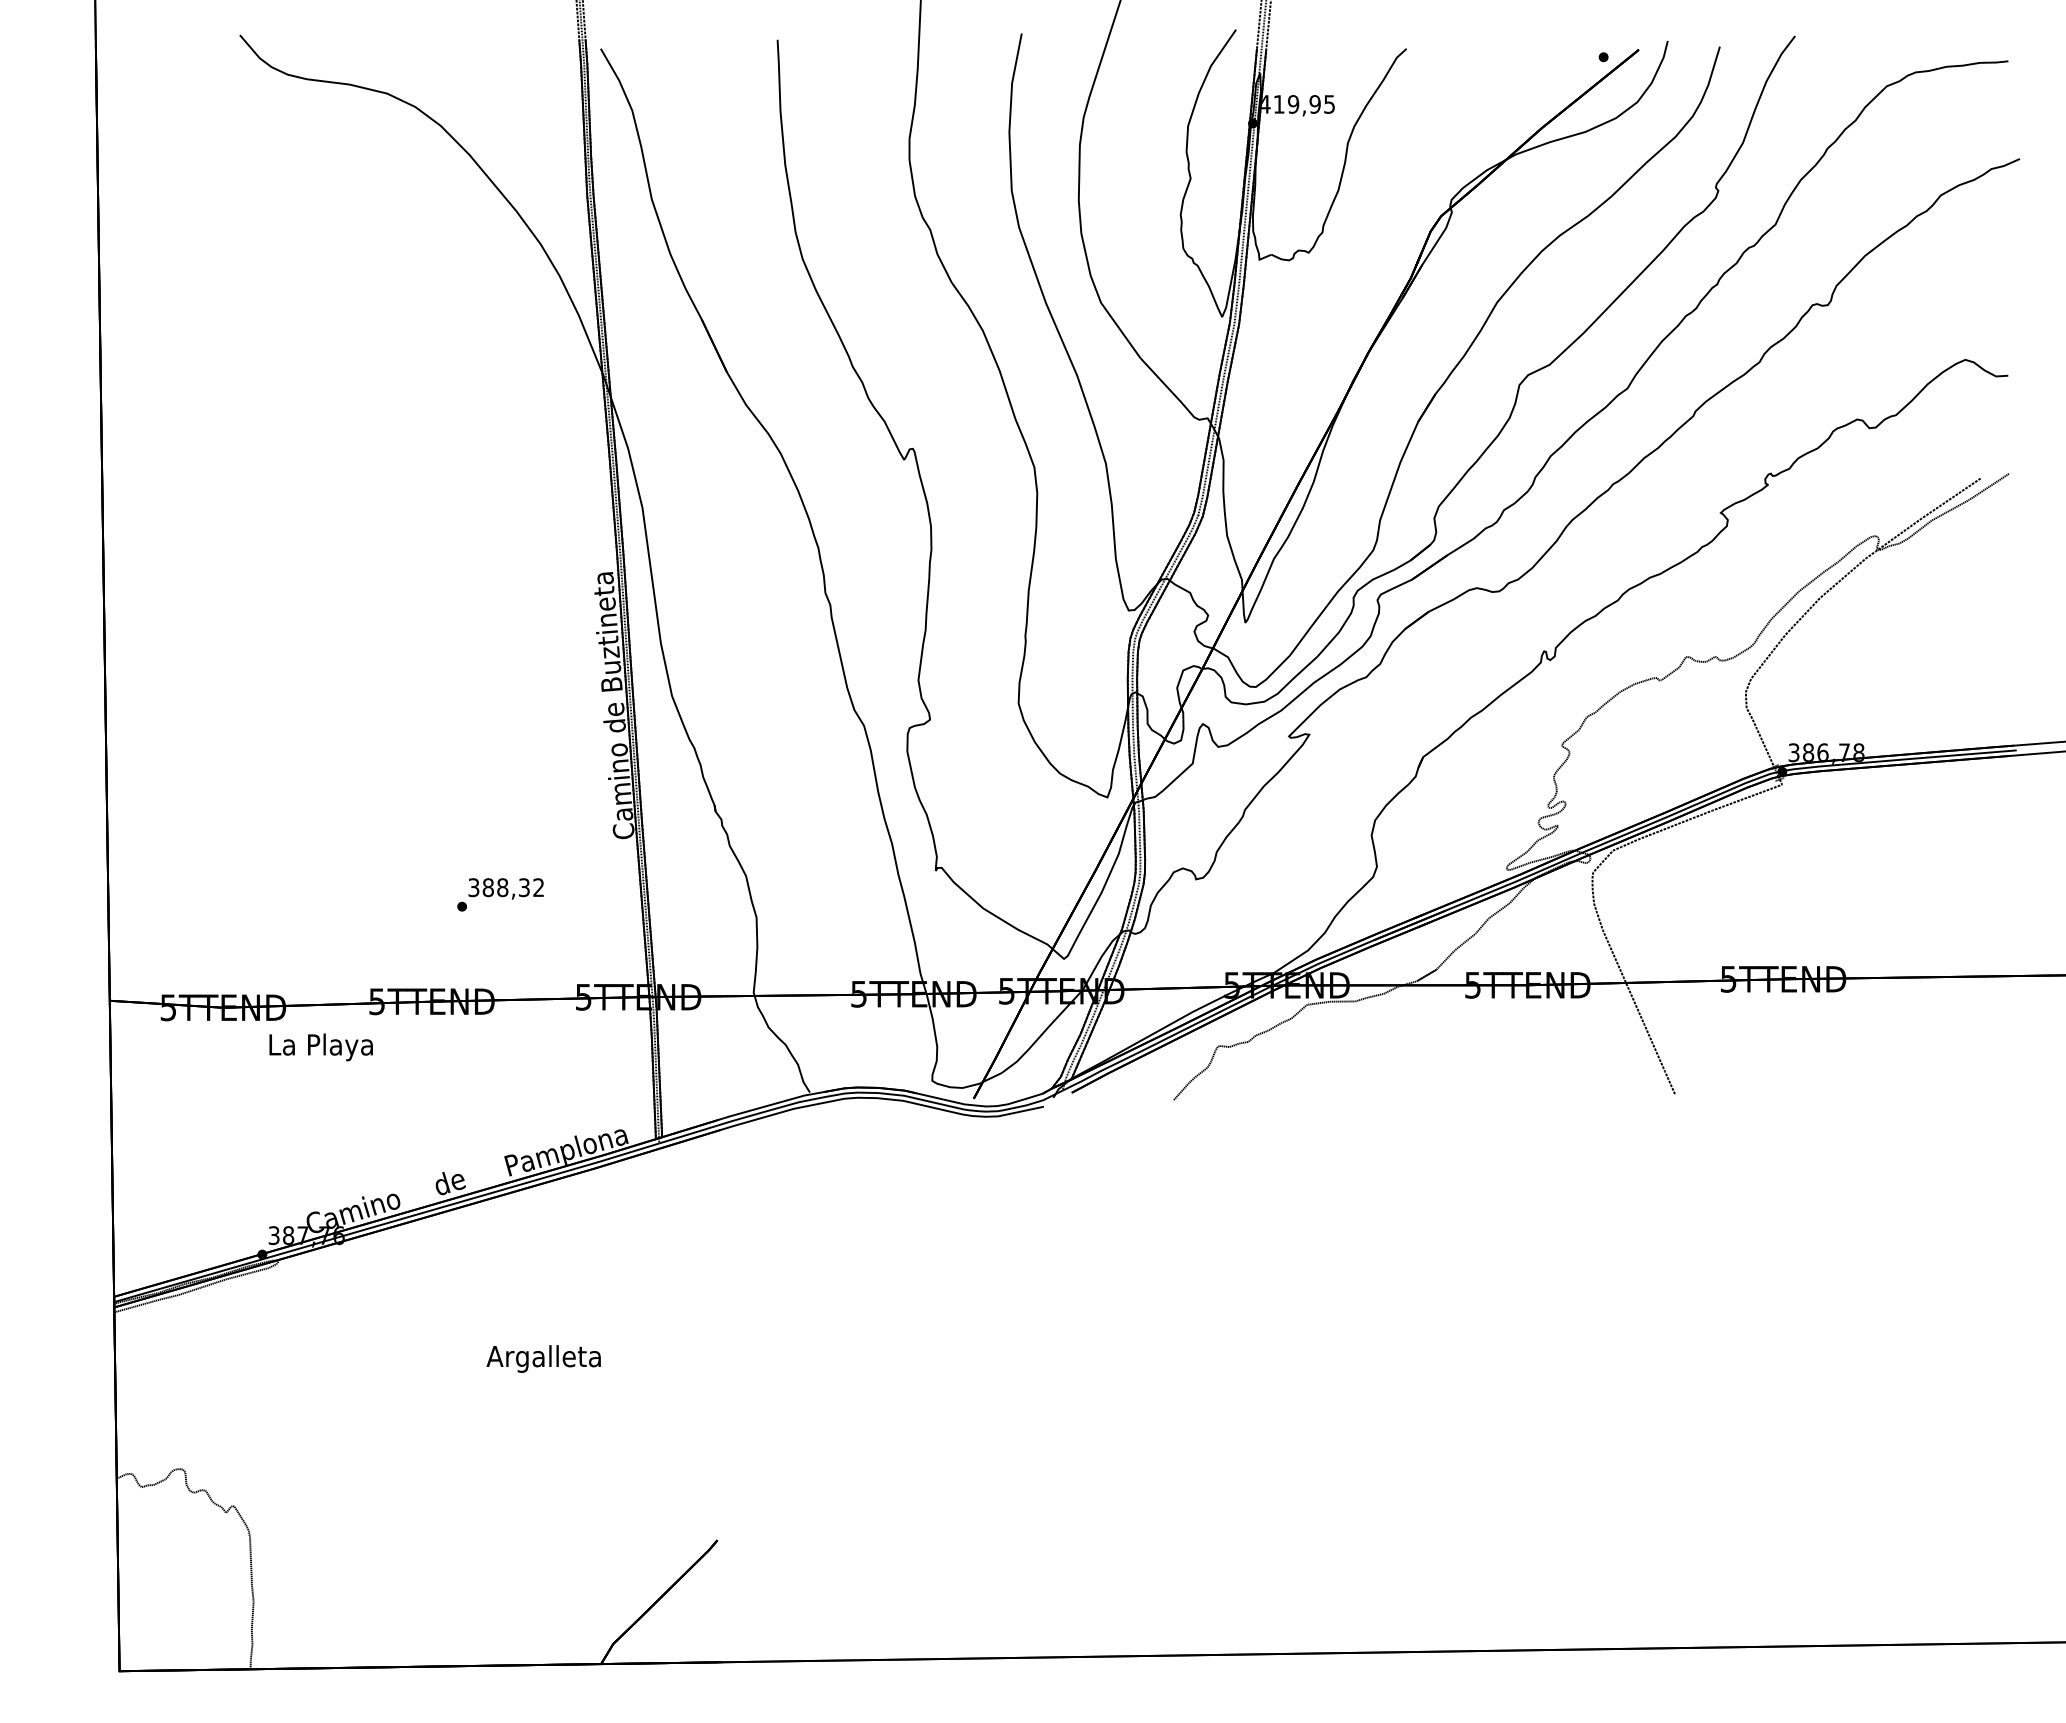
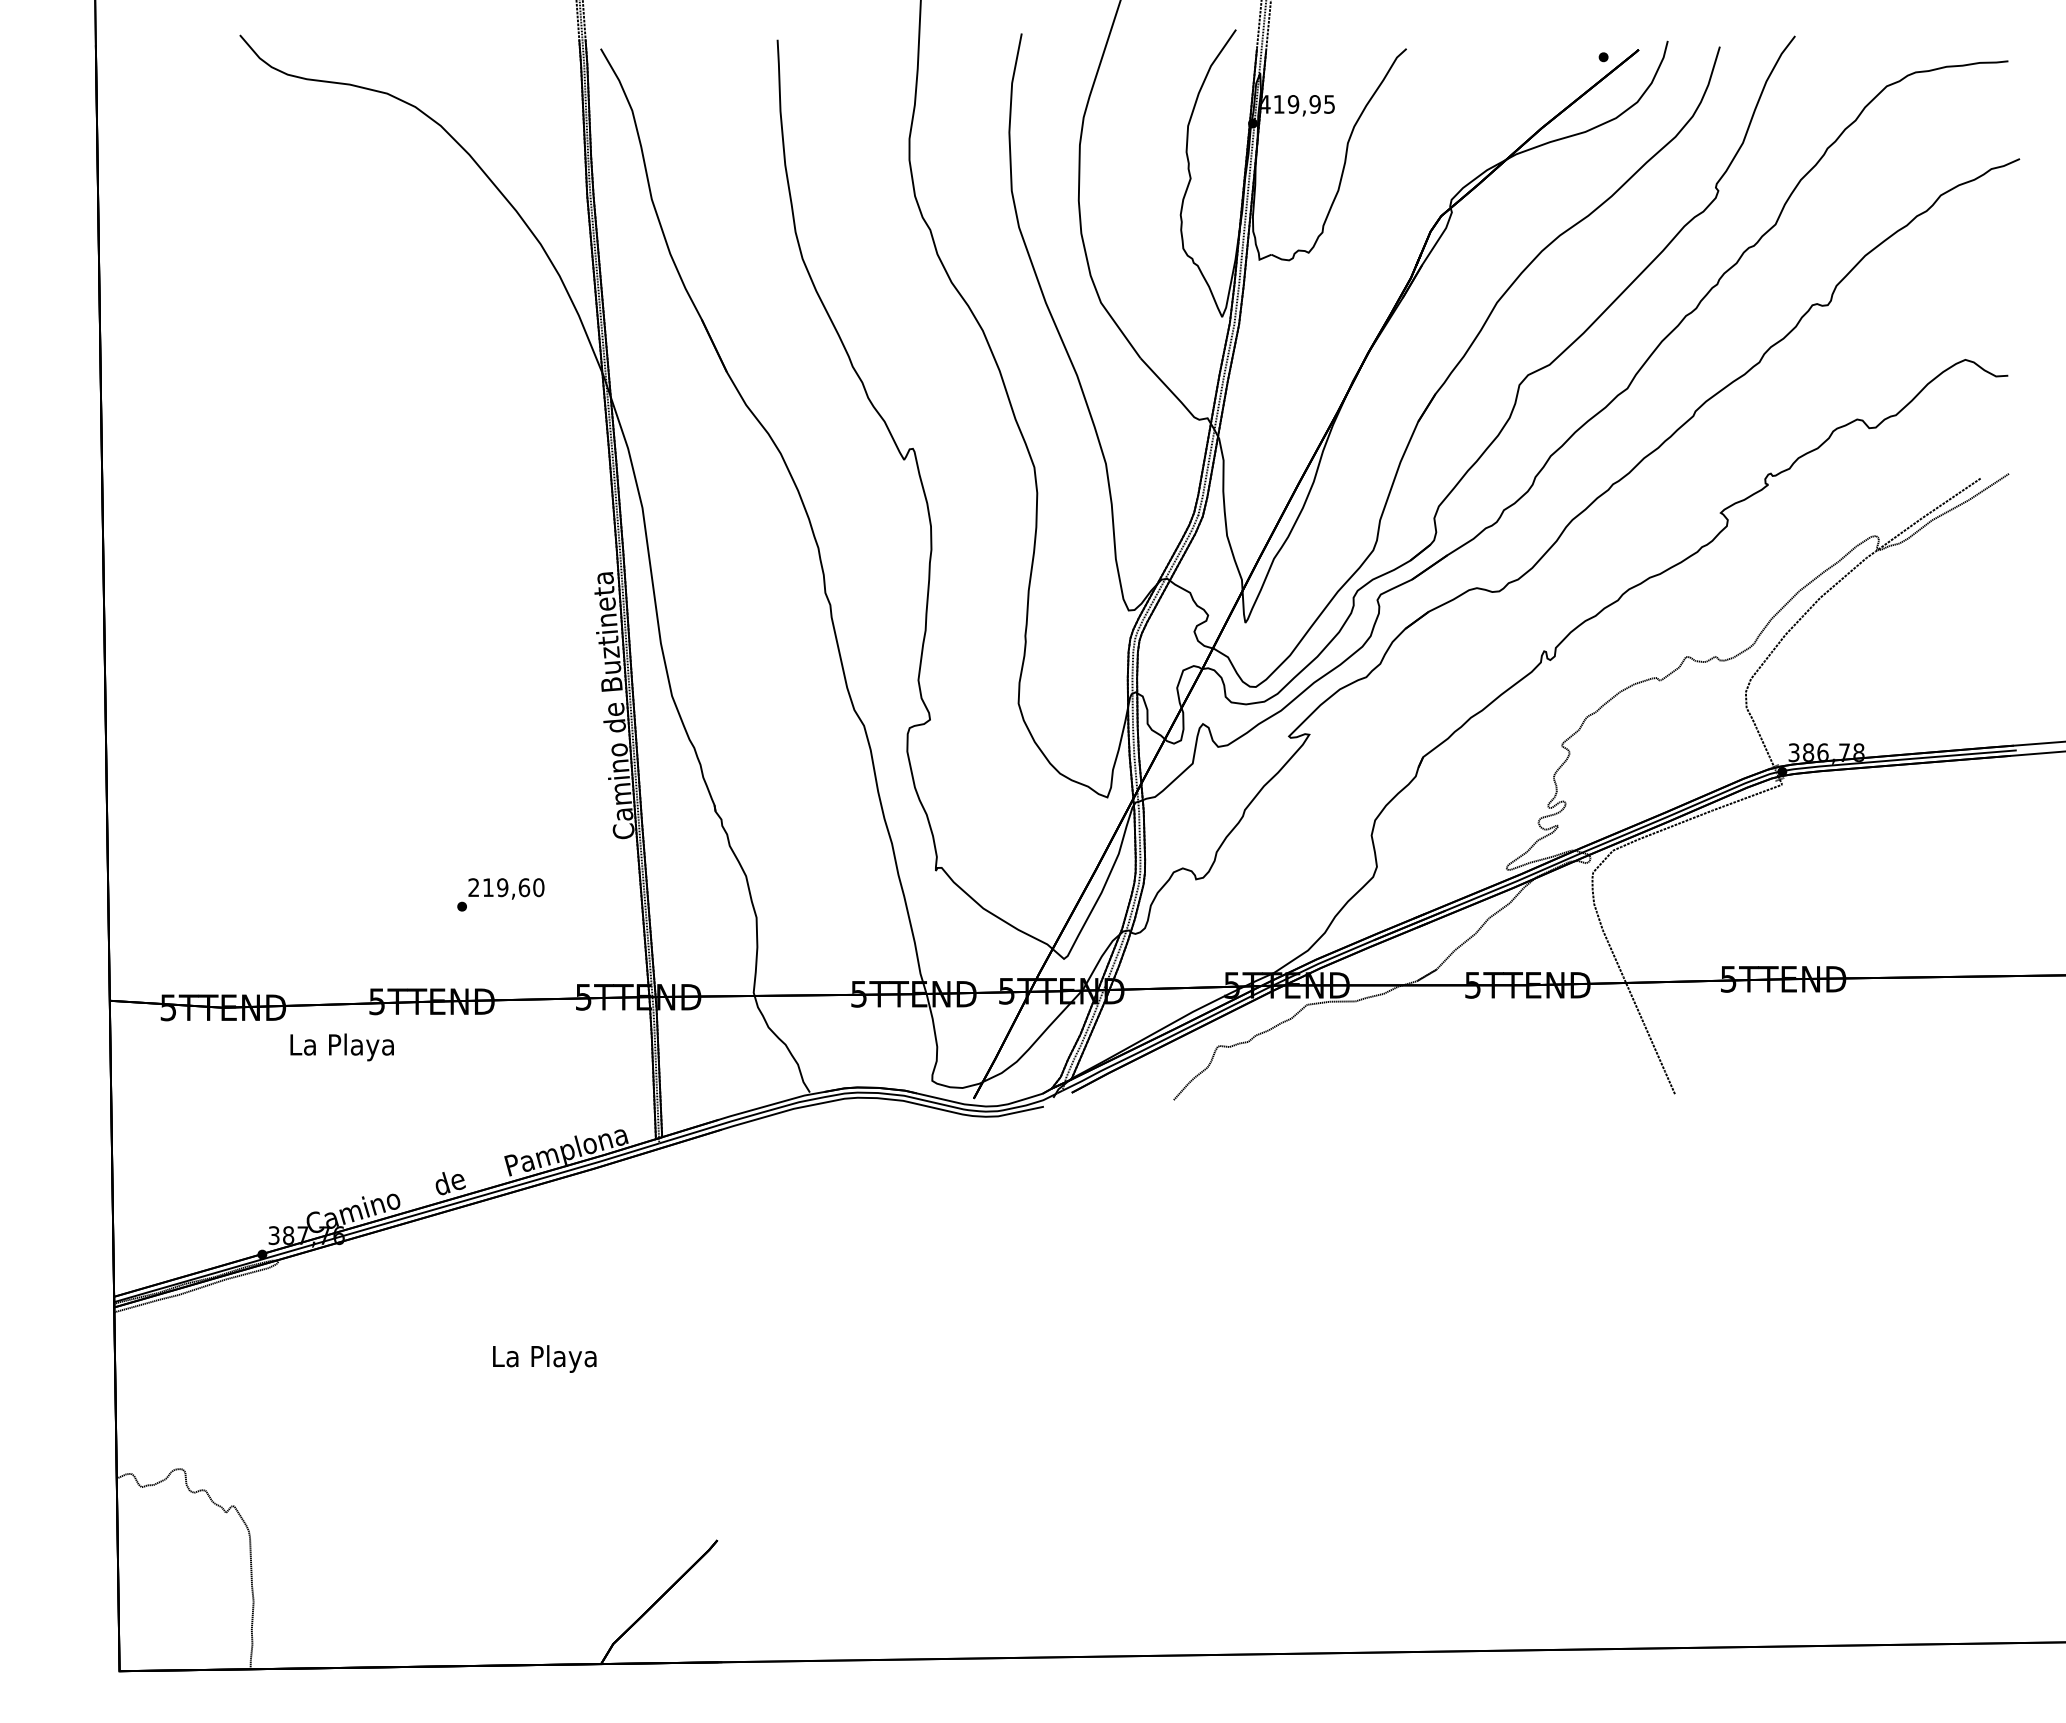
text at (506, 887): 388,32 -> 219,60
text at (320, 1047) position: (320, 1047) -> (341, 1047)
text at (543, 1358): Argalleta -> La Playa
